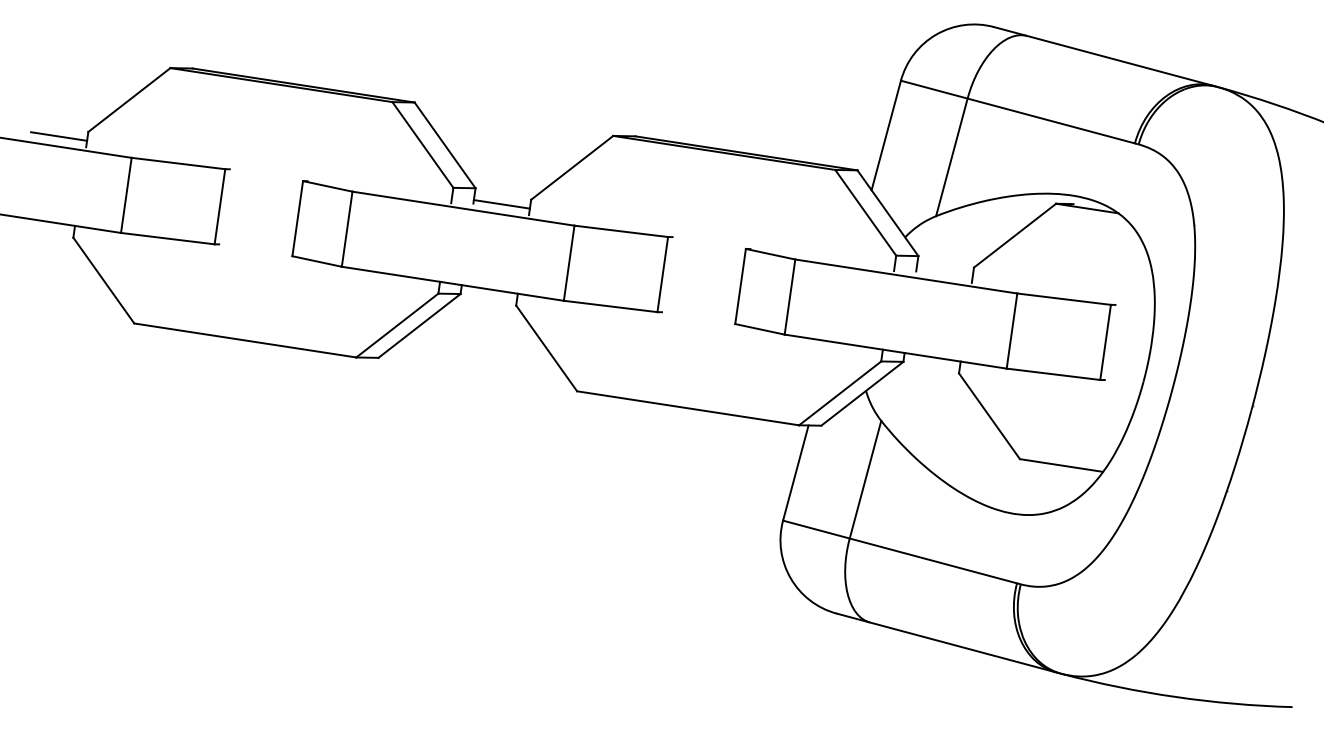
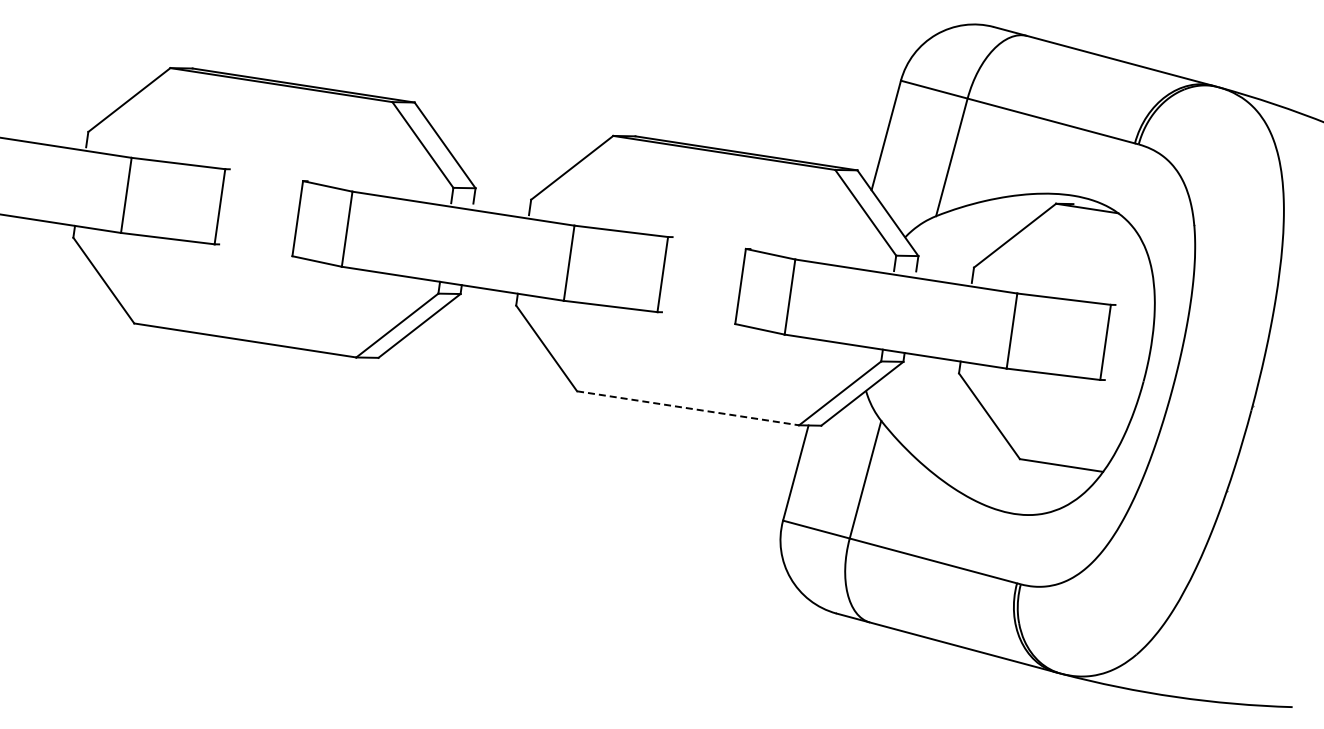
line at (59, 136): present -> none
line at (501, 204): present -> none
line at (688, 408): solid -> dashed
